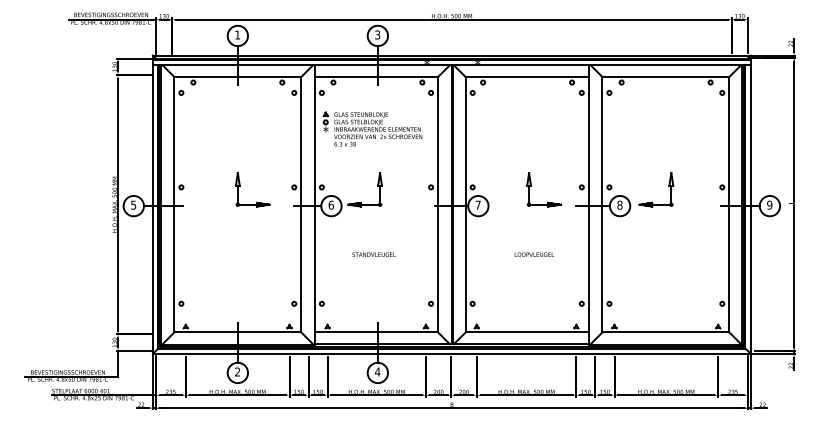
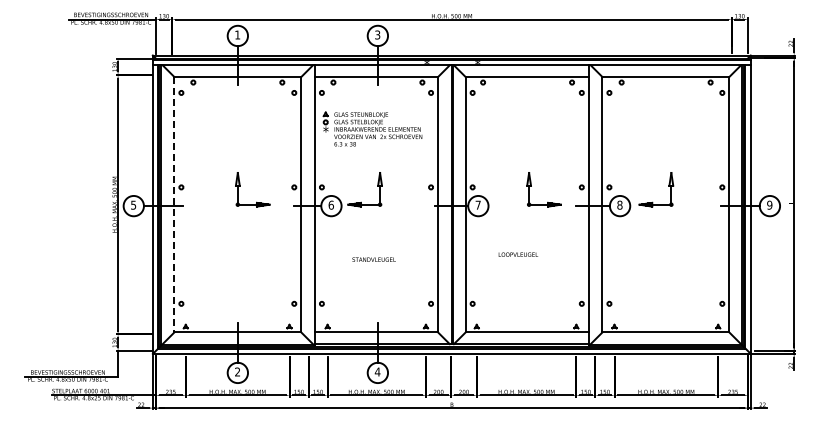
line at (174, 204): solid -> dashed
text at (373, 254) position: (373, 254) -> (373, 259)
text at (534, 254) position: (534, 254) -> (518, 254)
